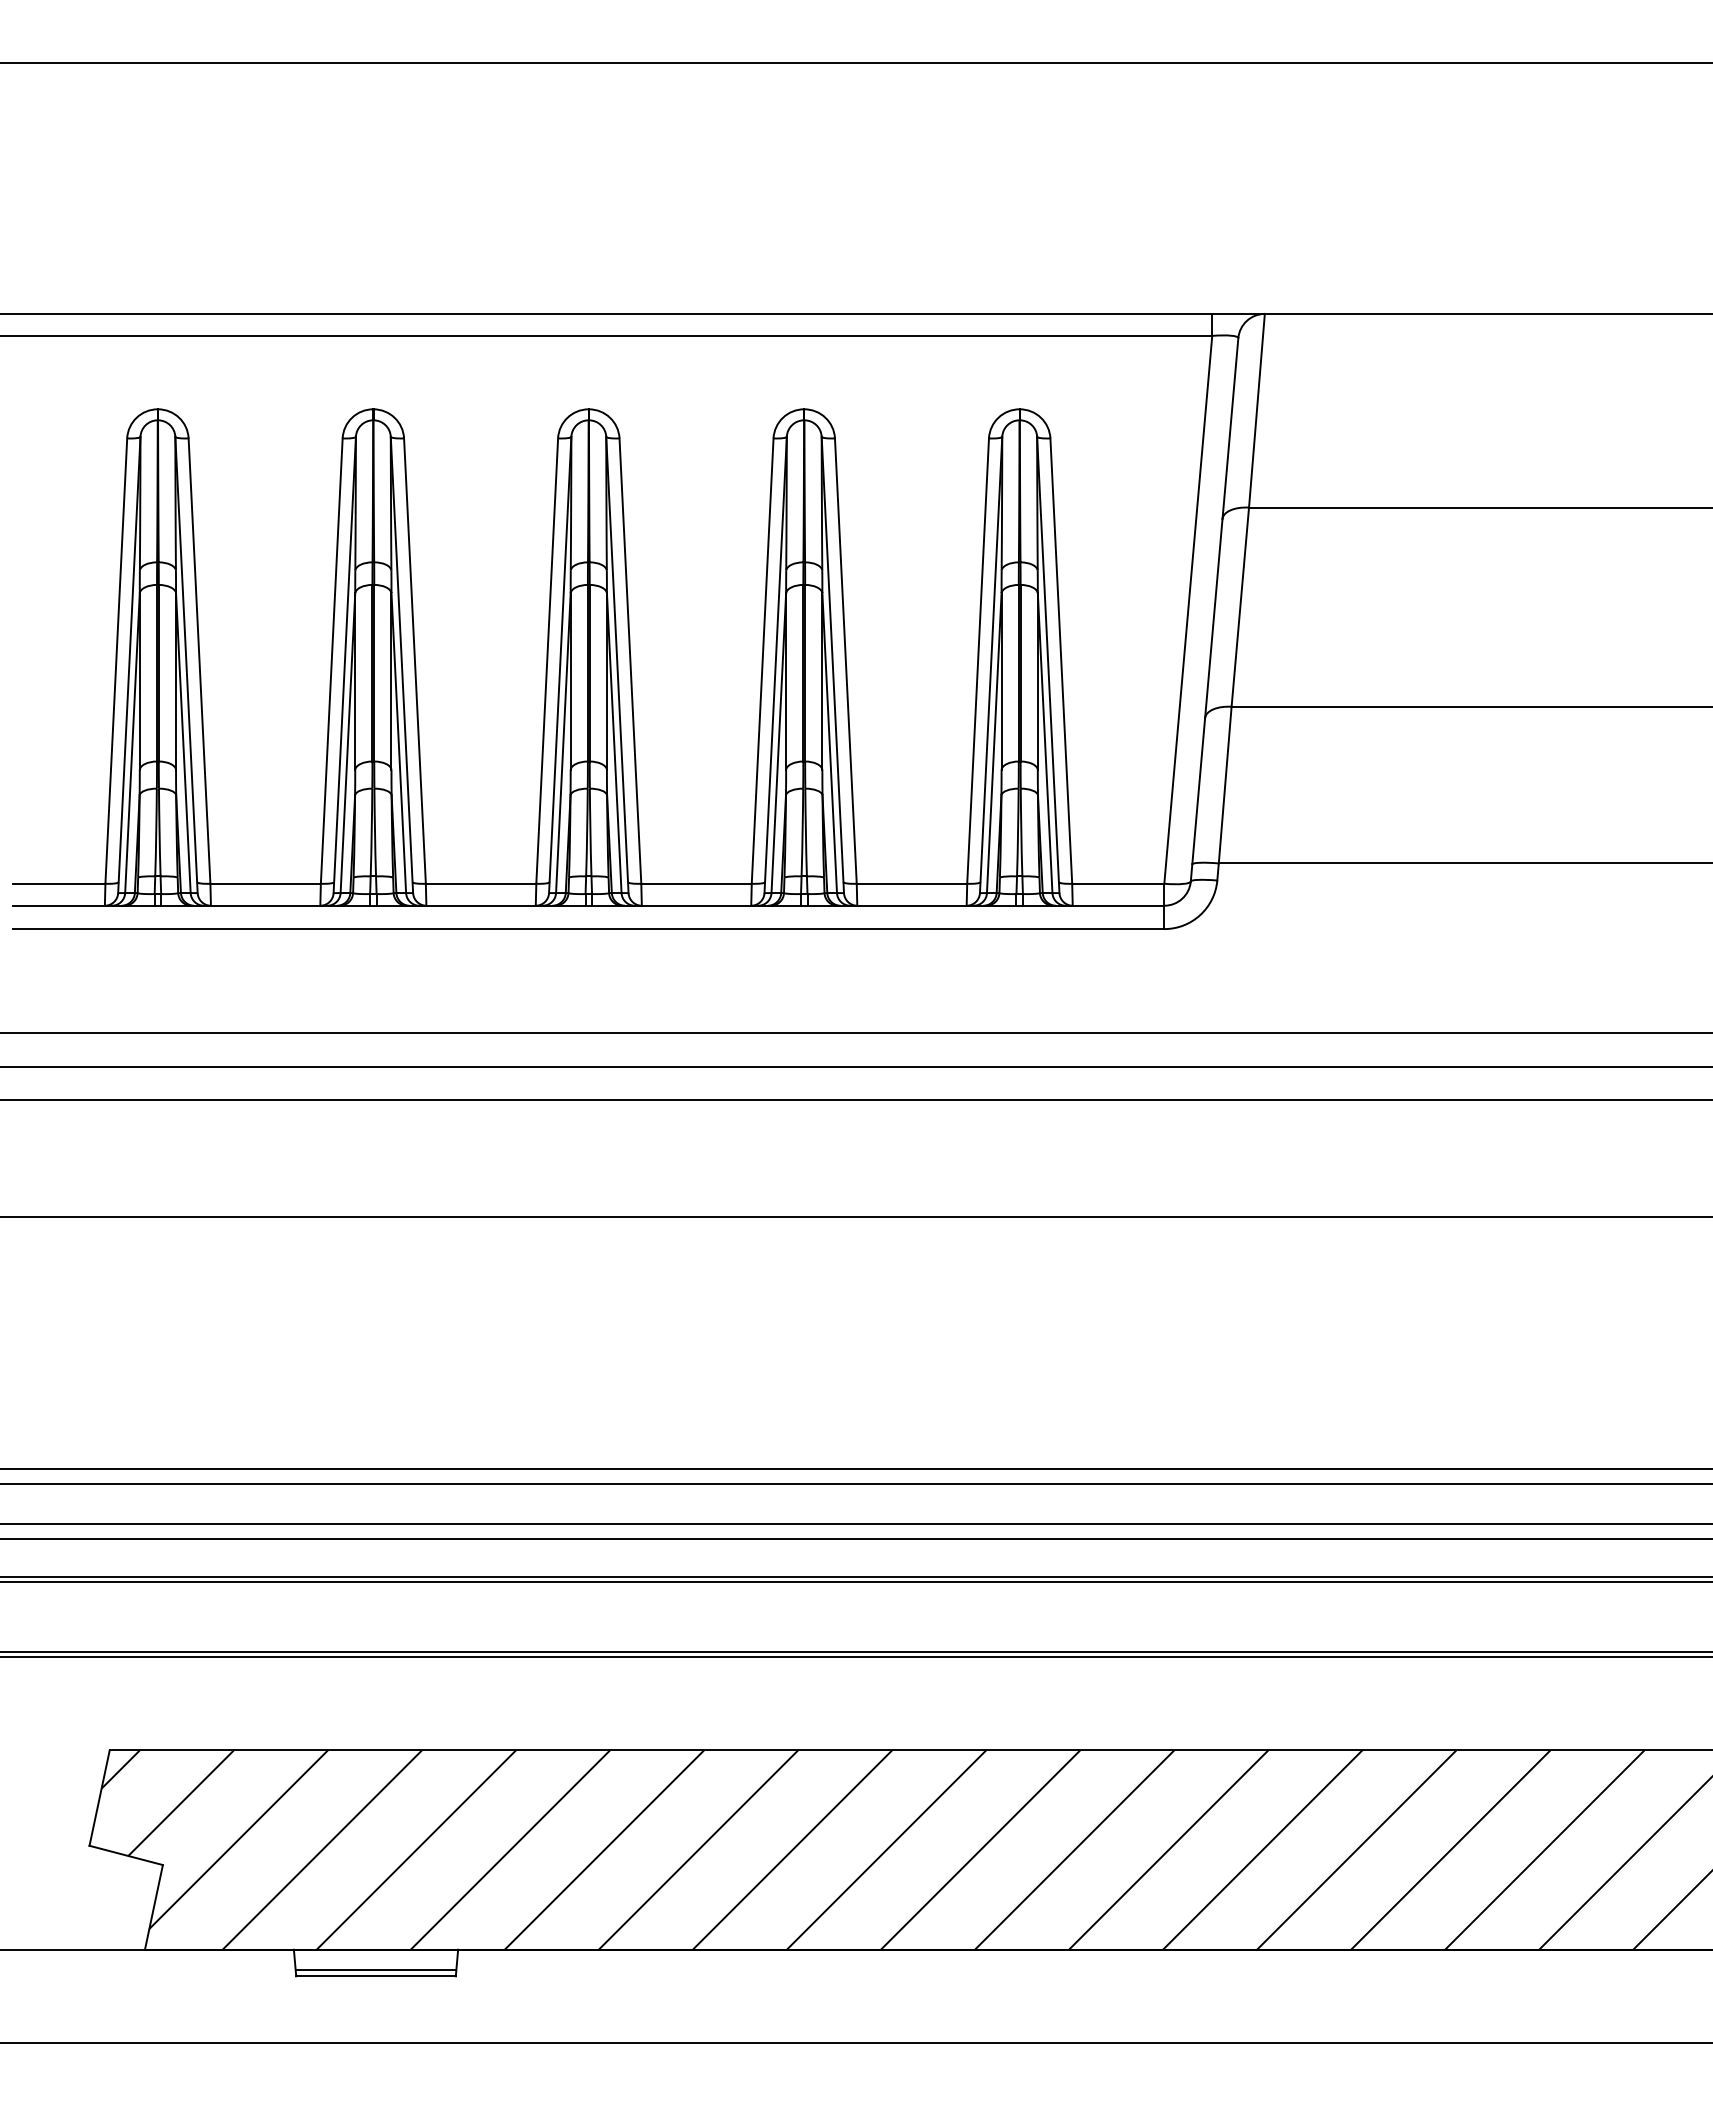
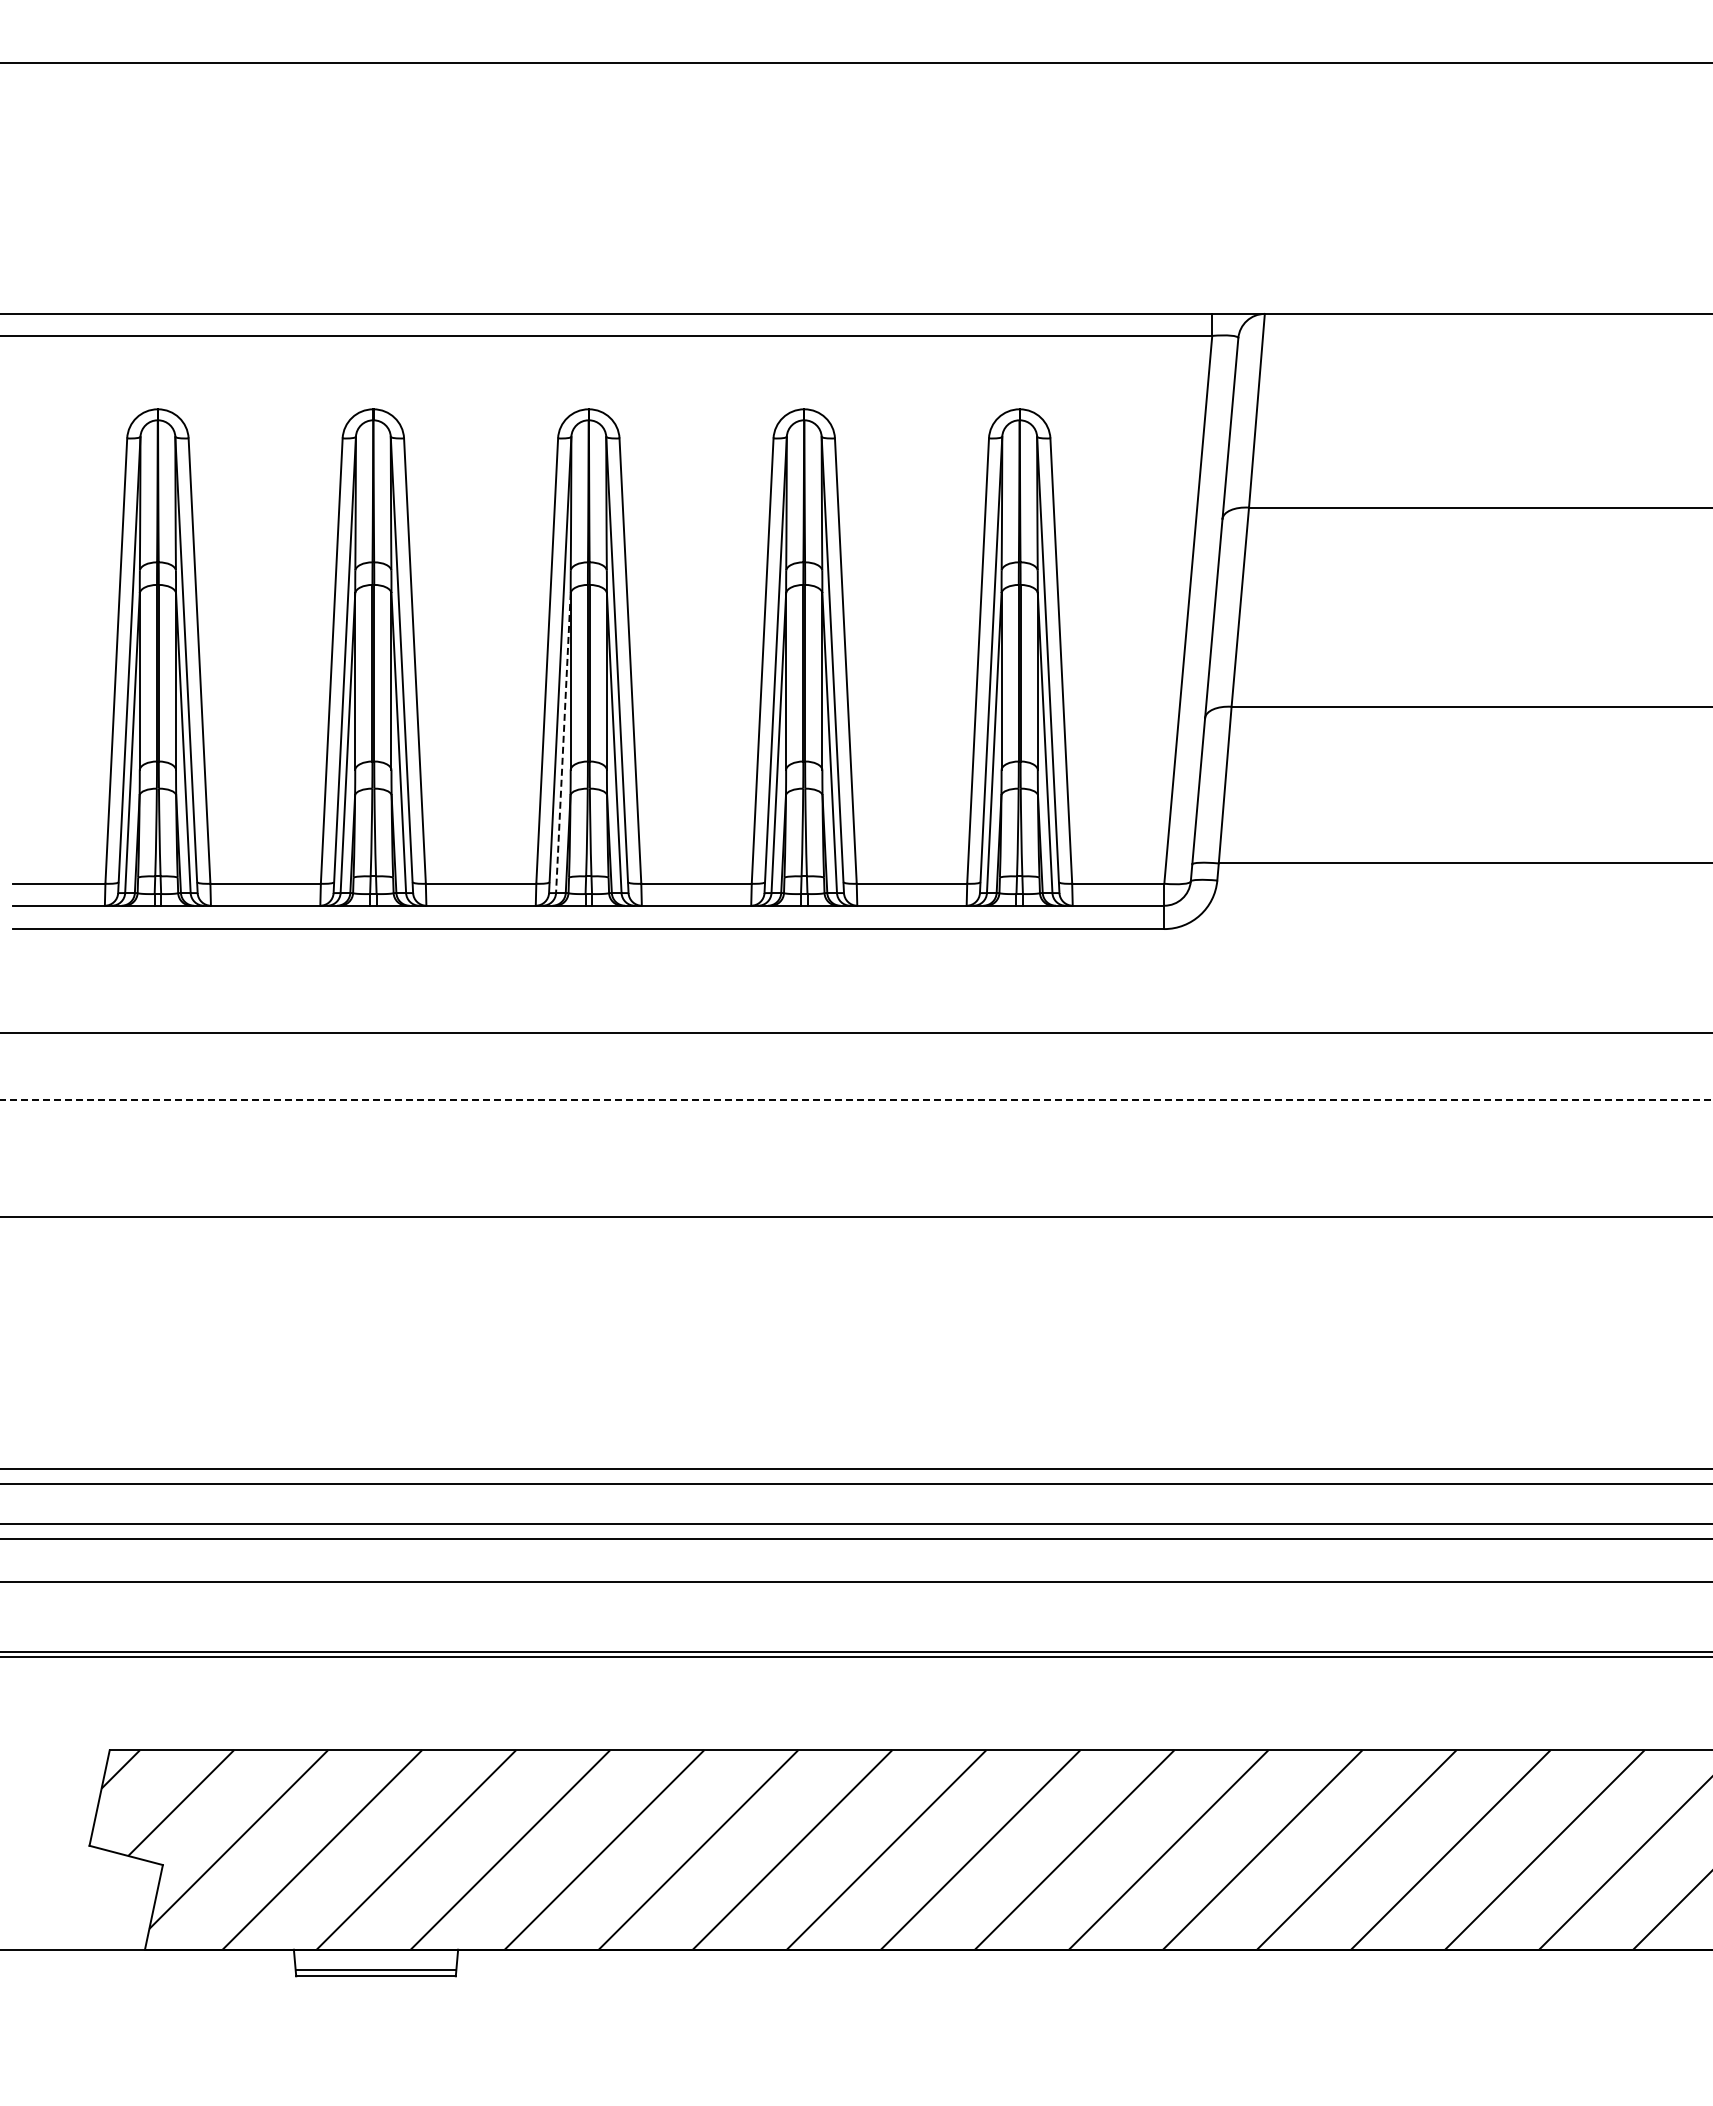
line at (563, 743): solid -> dashed
line at (855, 1067): present -> none
line at (856, 1100): solid -> dashed
line at (855, 1577): present -> none
line at (855, 2042): present -> none
